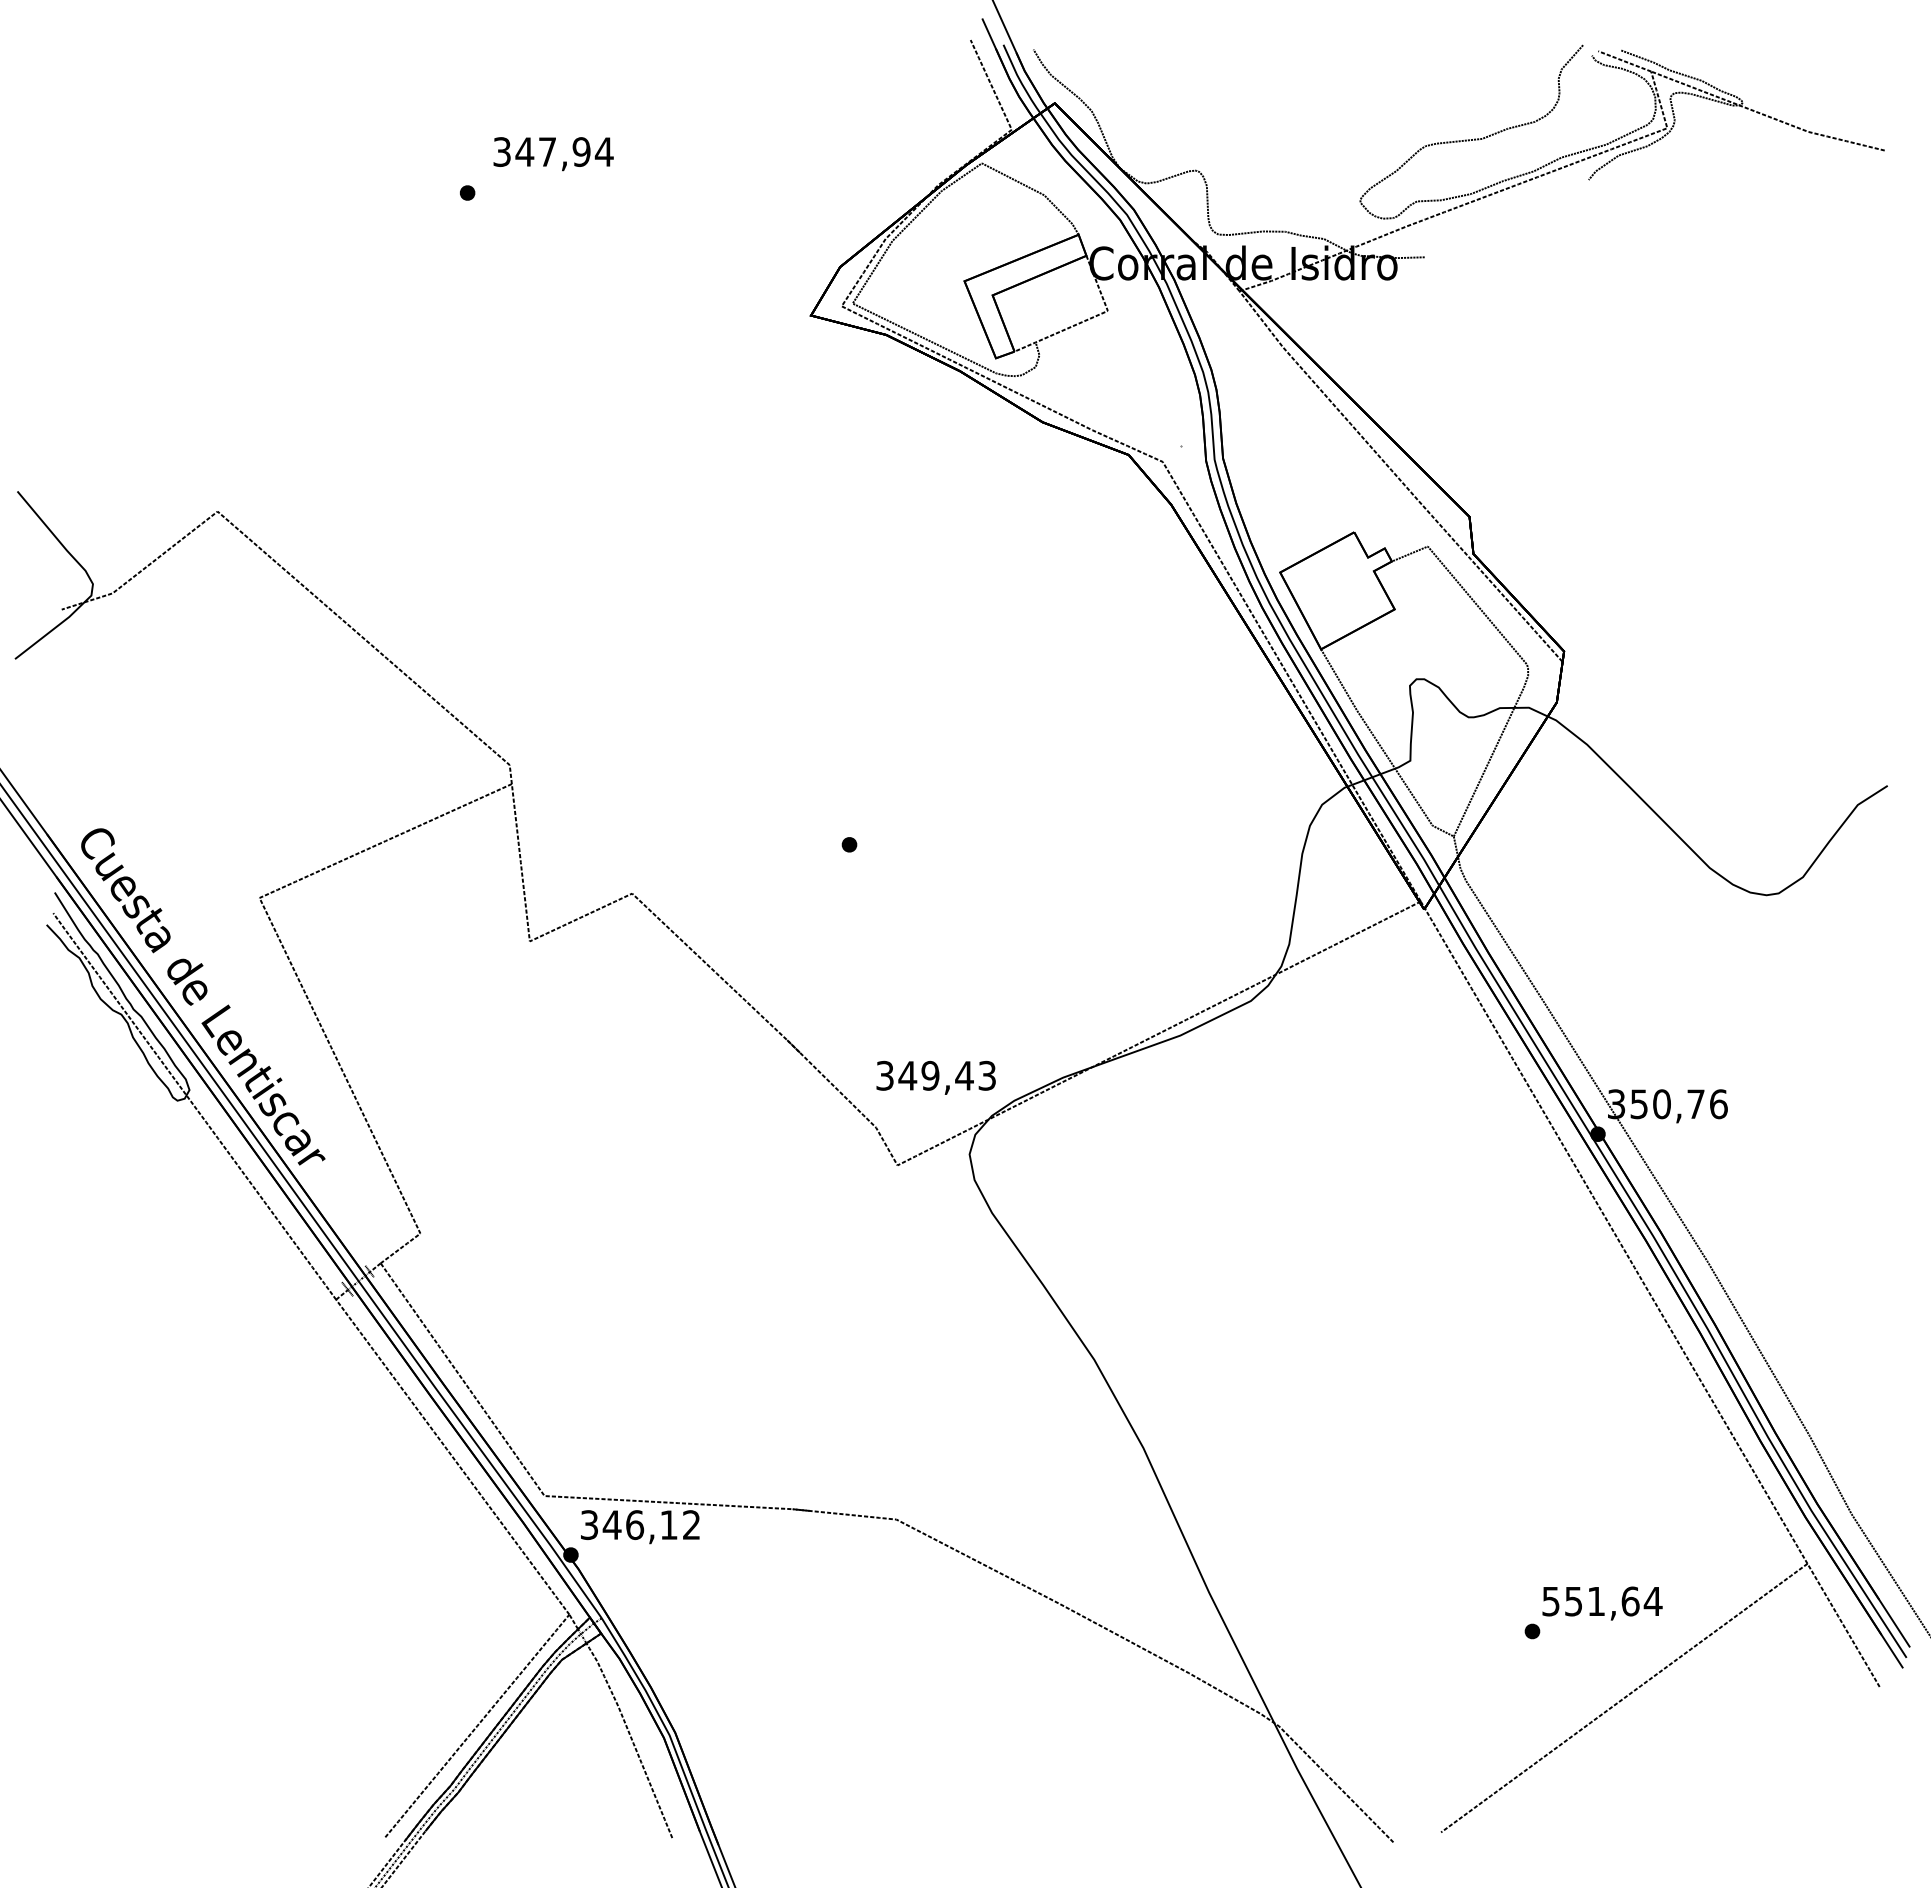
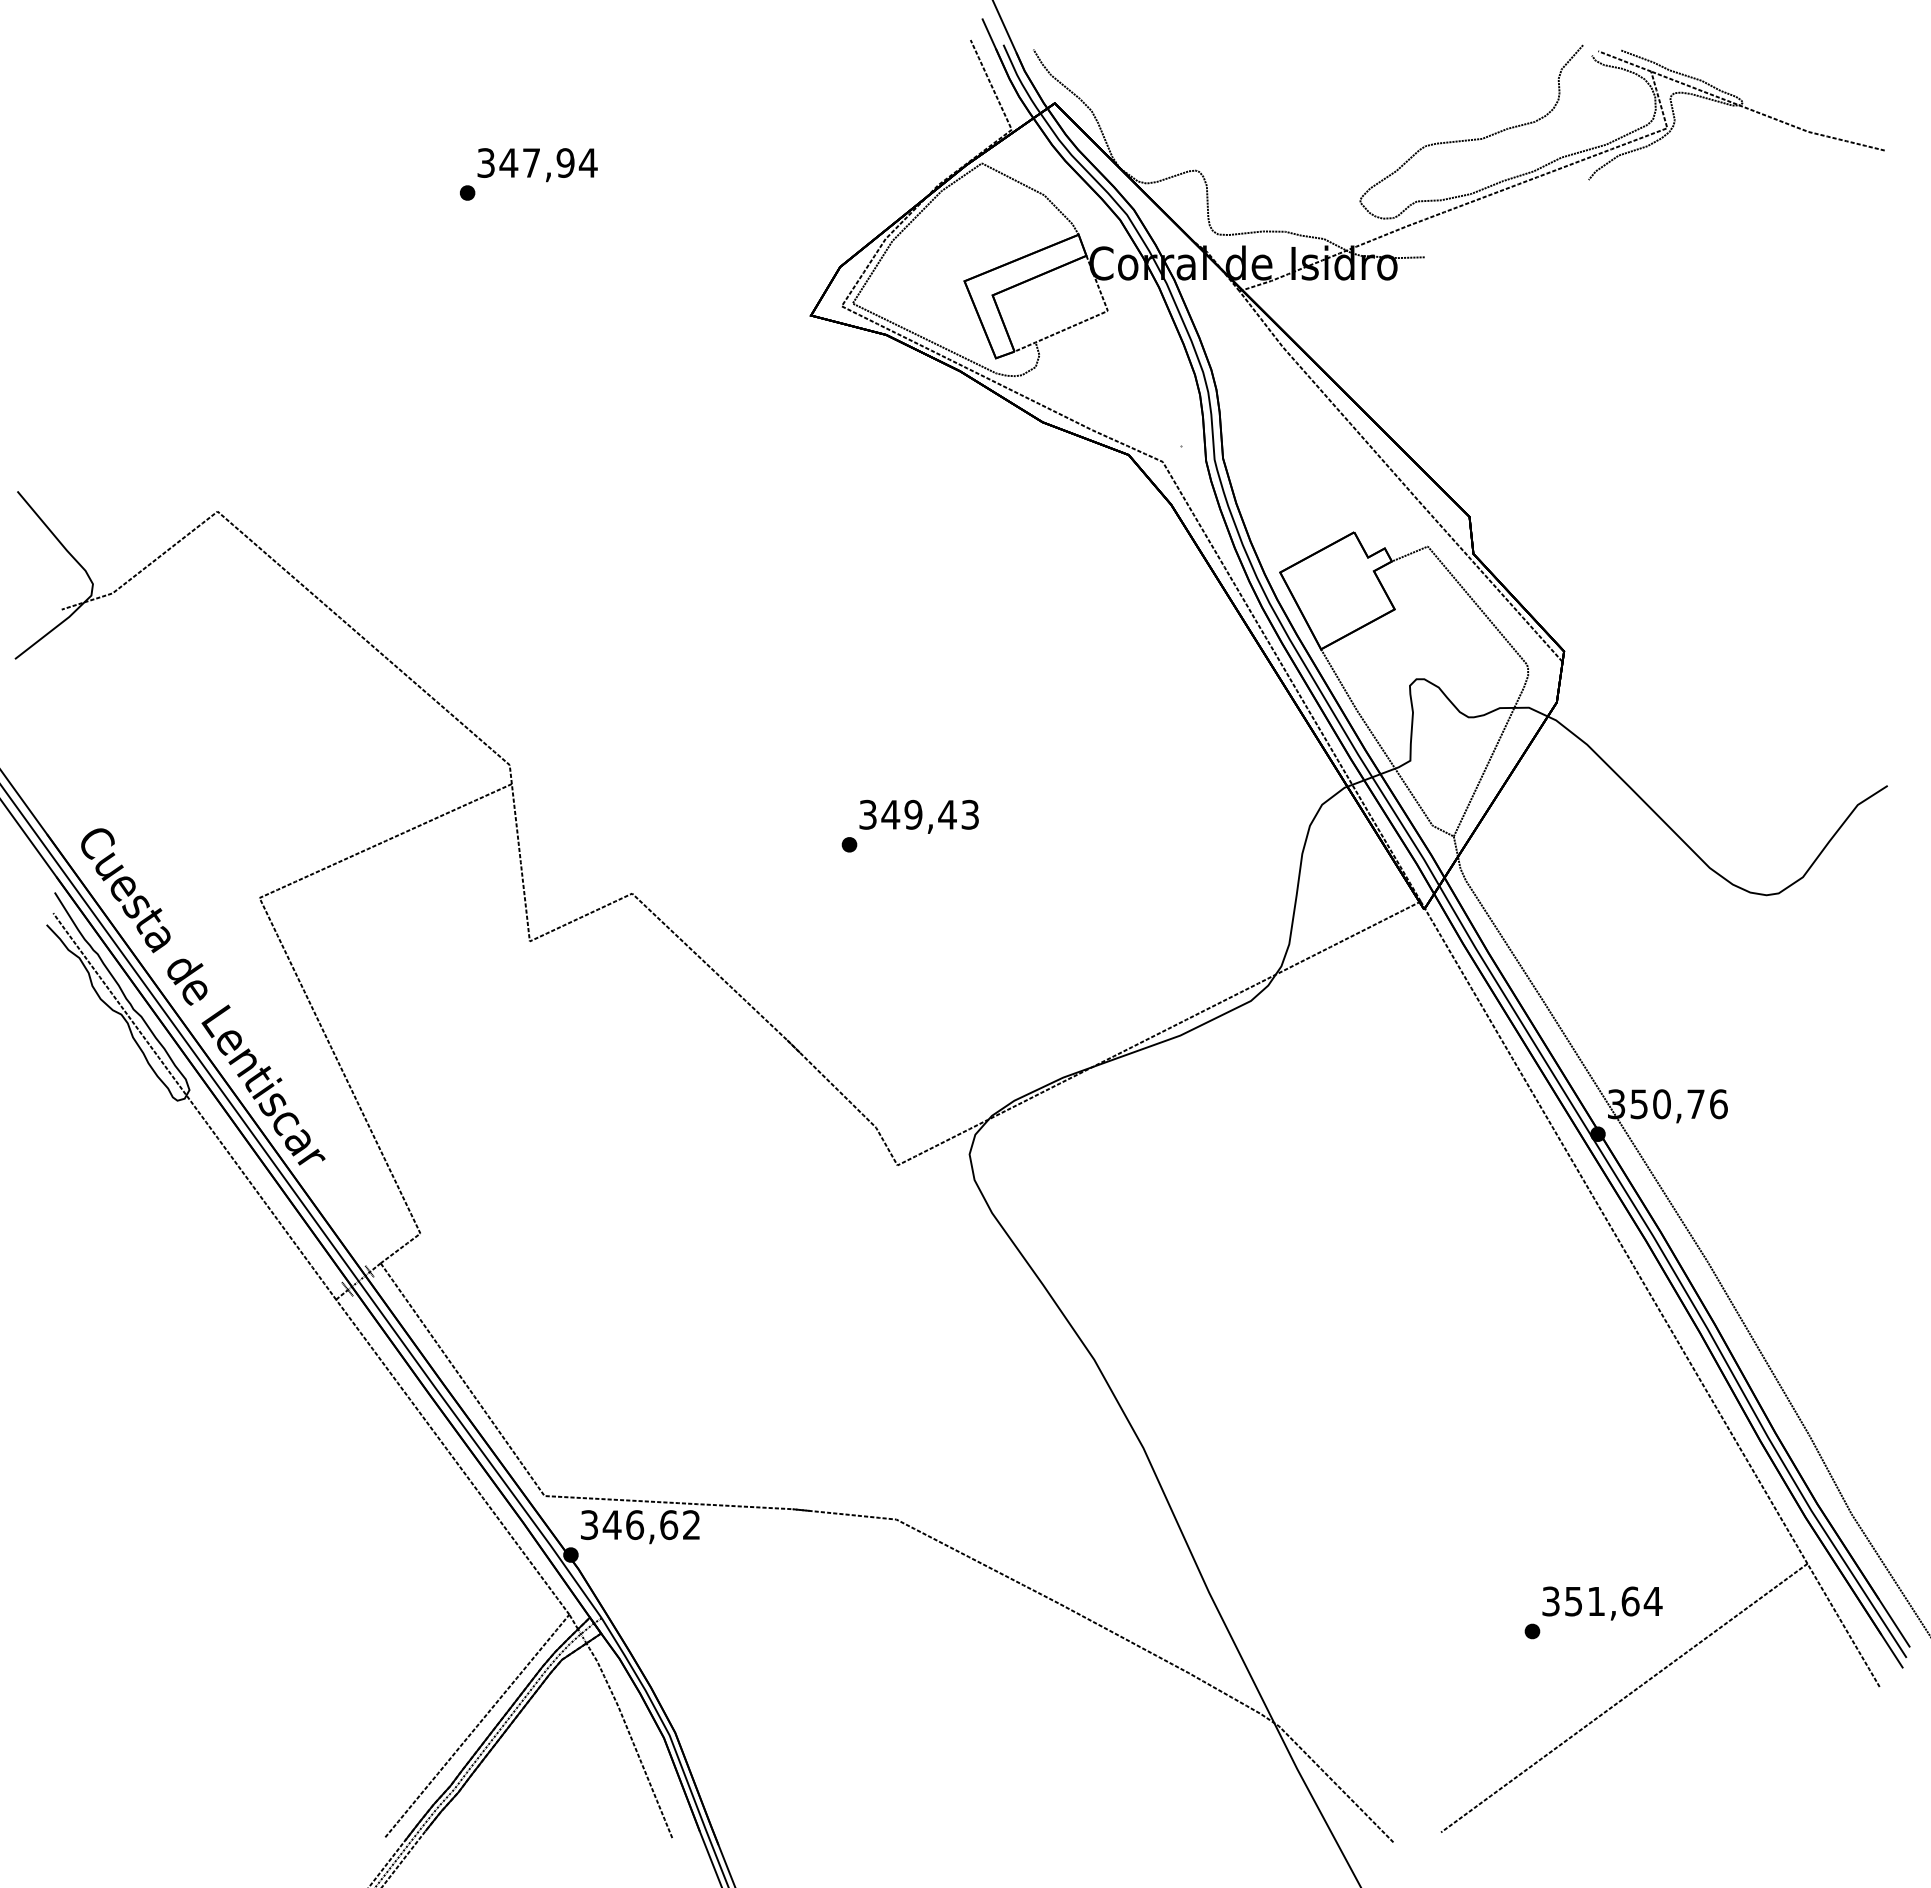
text at (553, 154) position: (553, 154) -> (537, 165)
text at (935, 1077) position: (935, 1077) -> (918, 816)
text at (669, 1525): 346,12 -> 346,62
text at (1551, 1600): 551,64 -> 351,64
